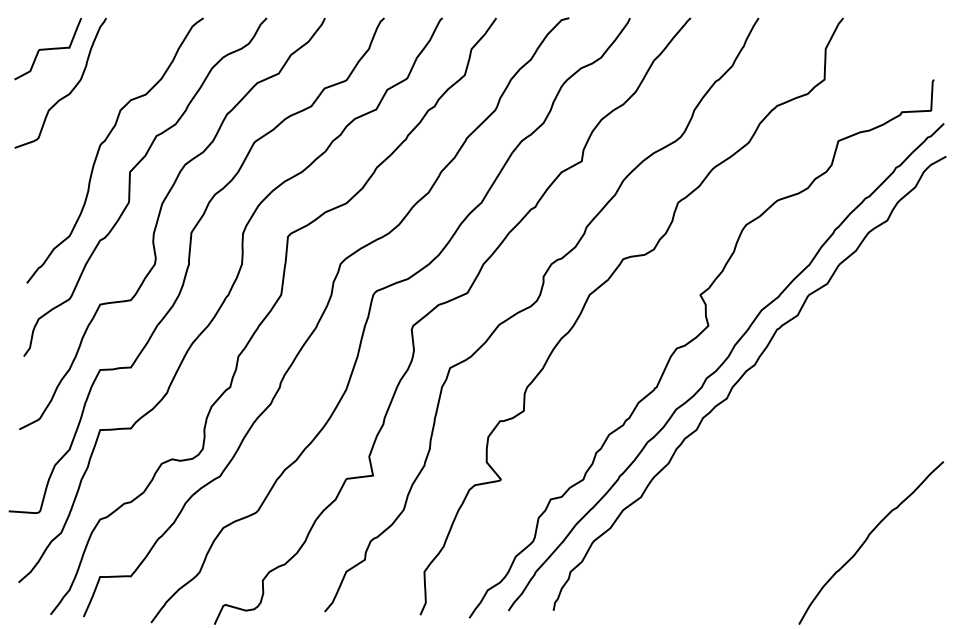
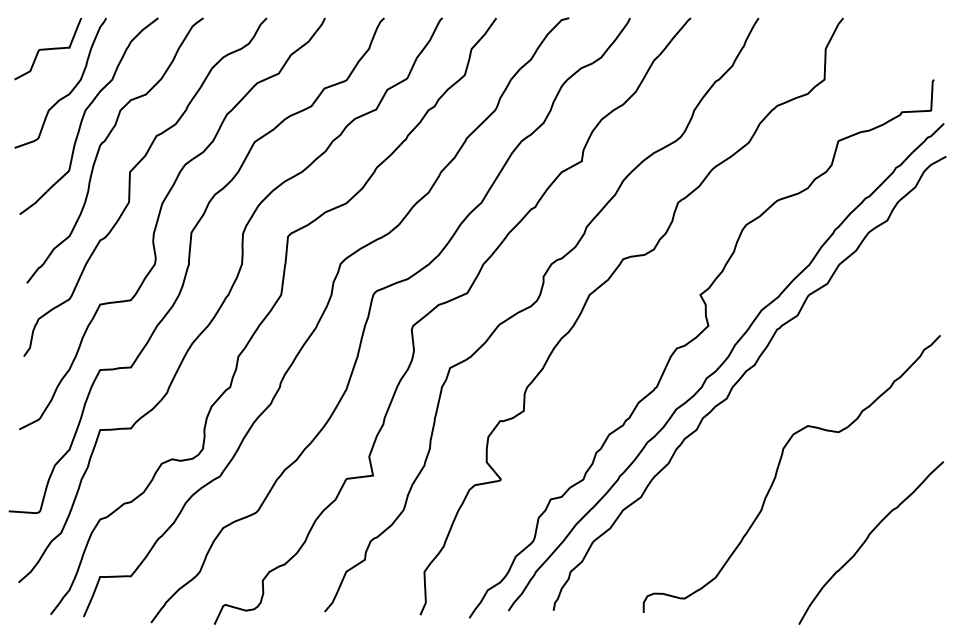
curve at (85, 113): none -> present
curve at (778, 469): none -> present
